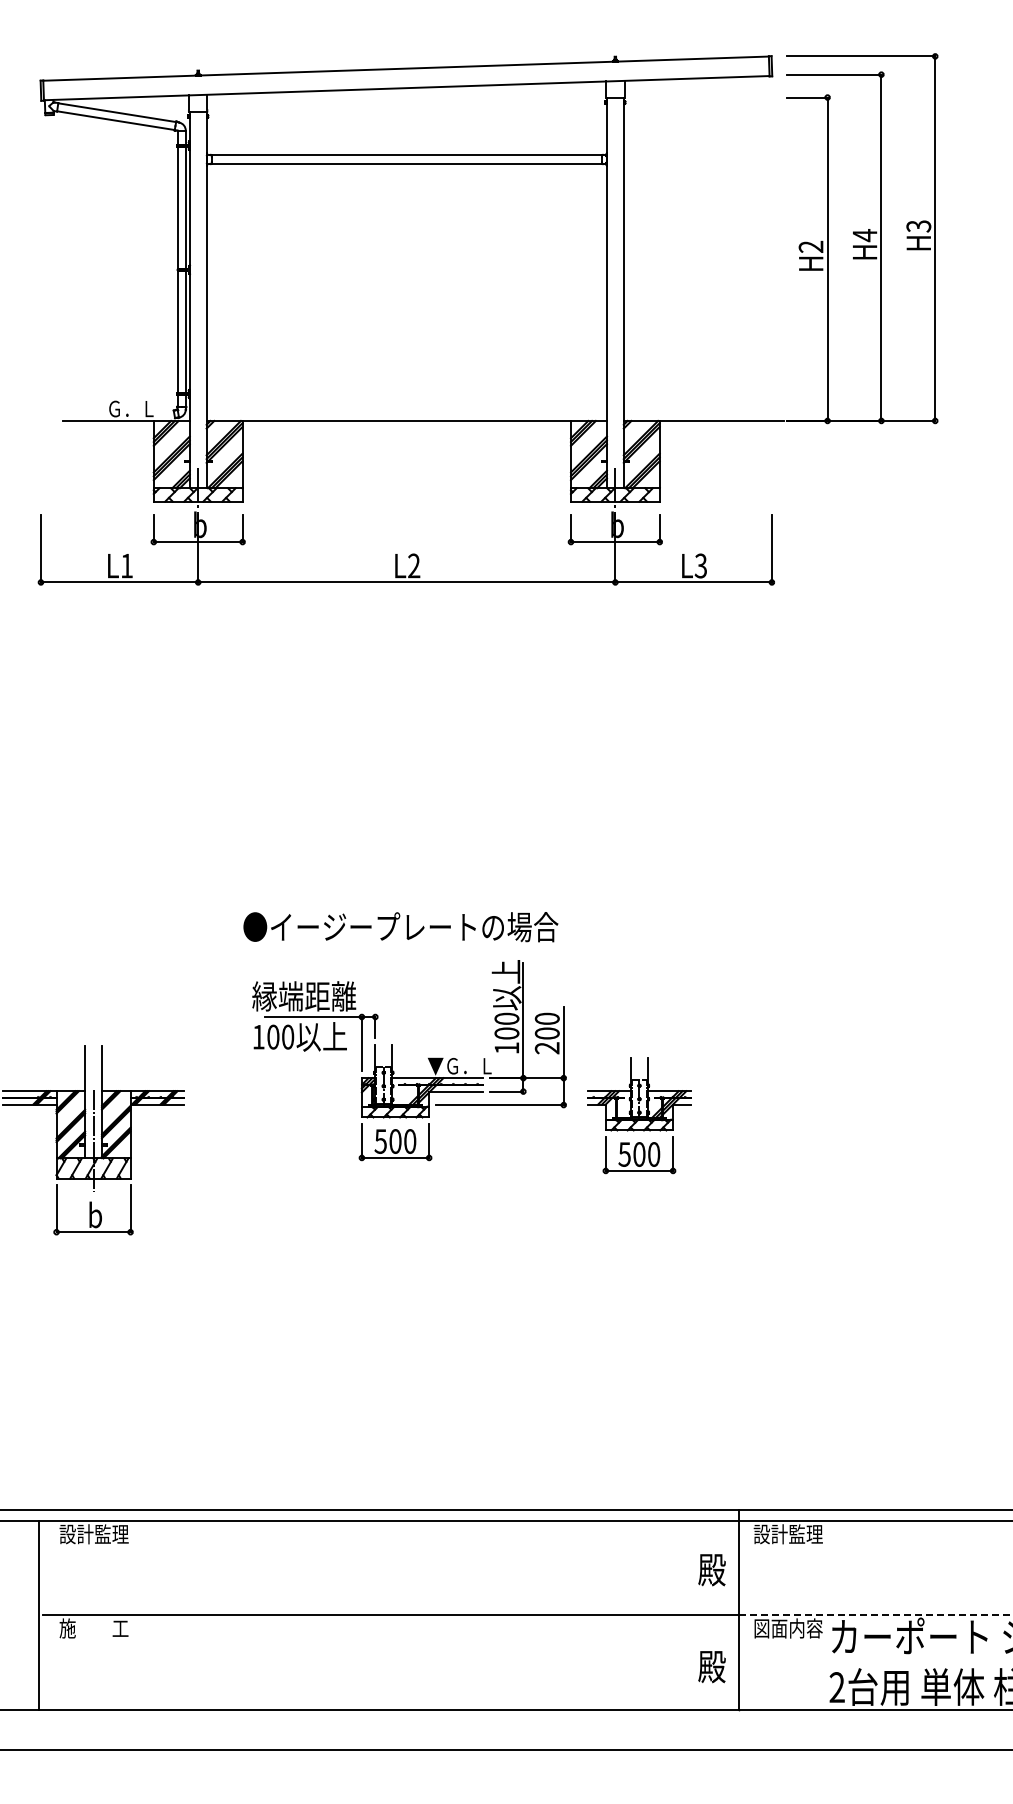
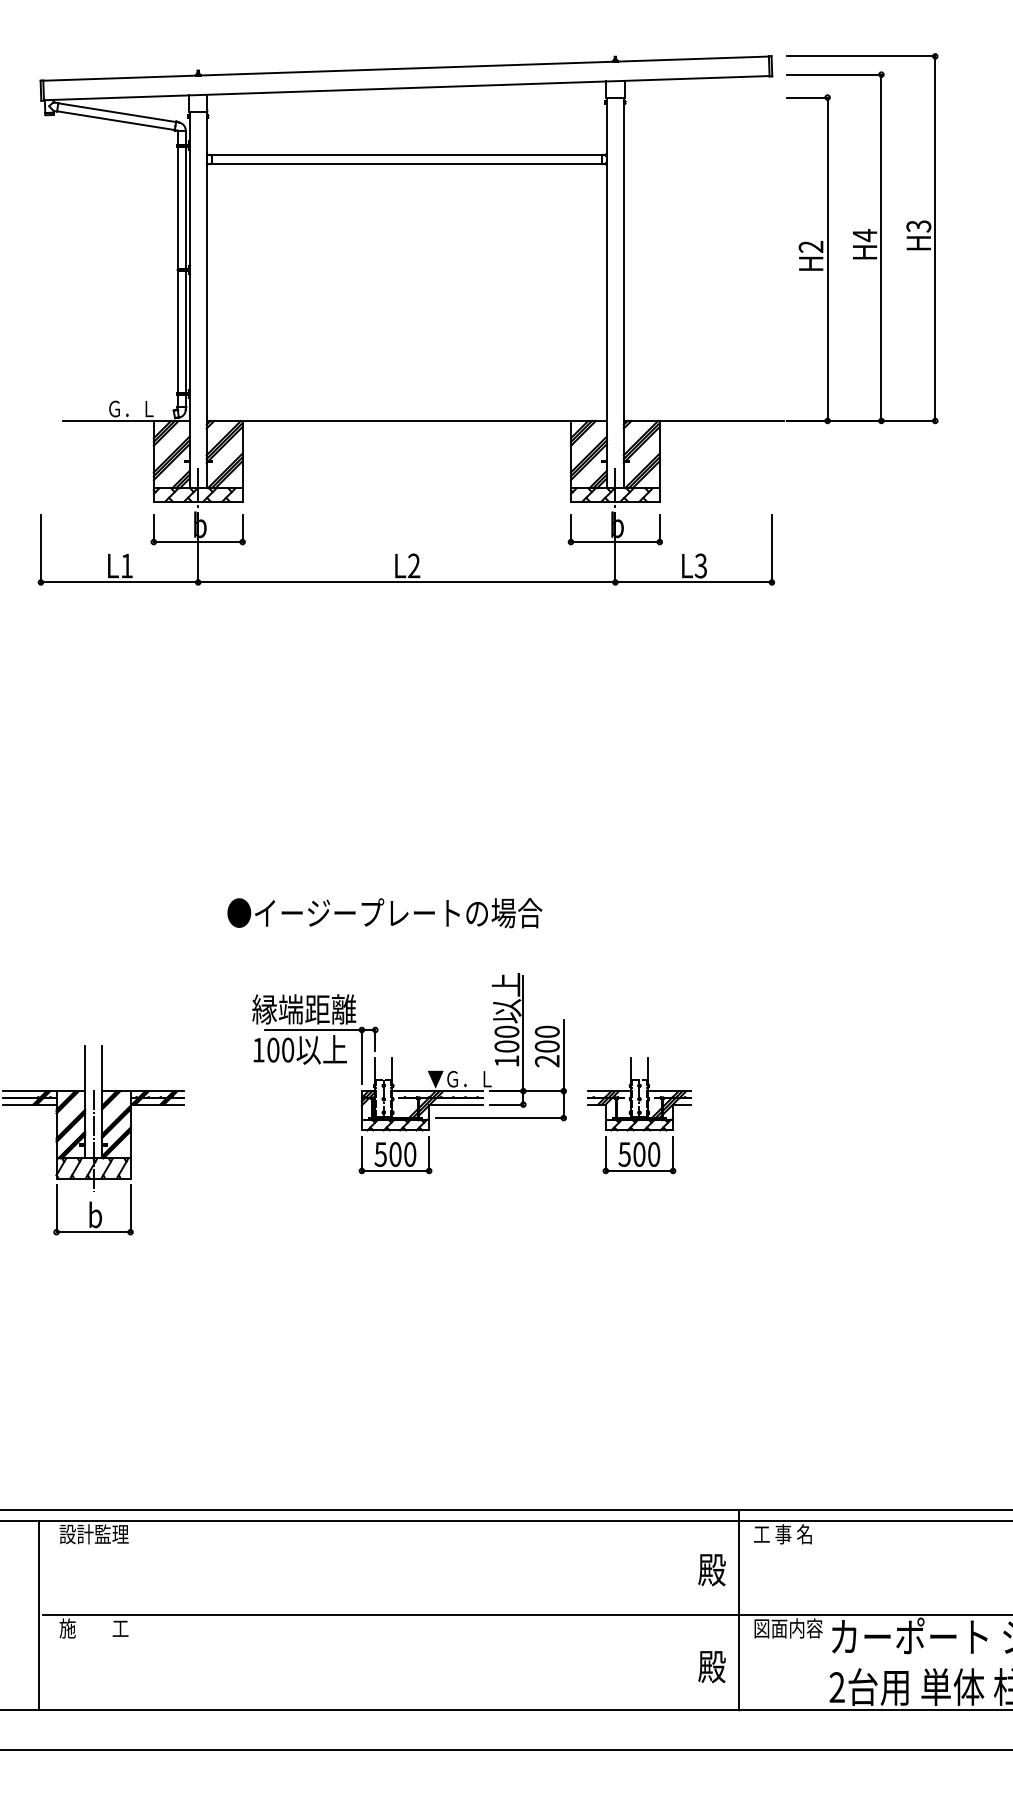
text at (400, 927) position: (400, 927) -> (384, 913)
part at (392, 1060) position: (392, 1060) -> (392, 1073)
text at (787, 1534): 設計監理 -> 工 事 名
line at (875, 1615): dashed -> solid
